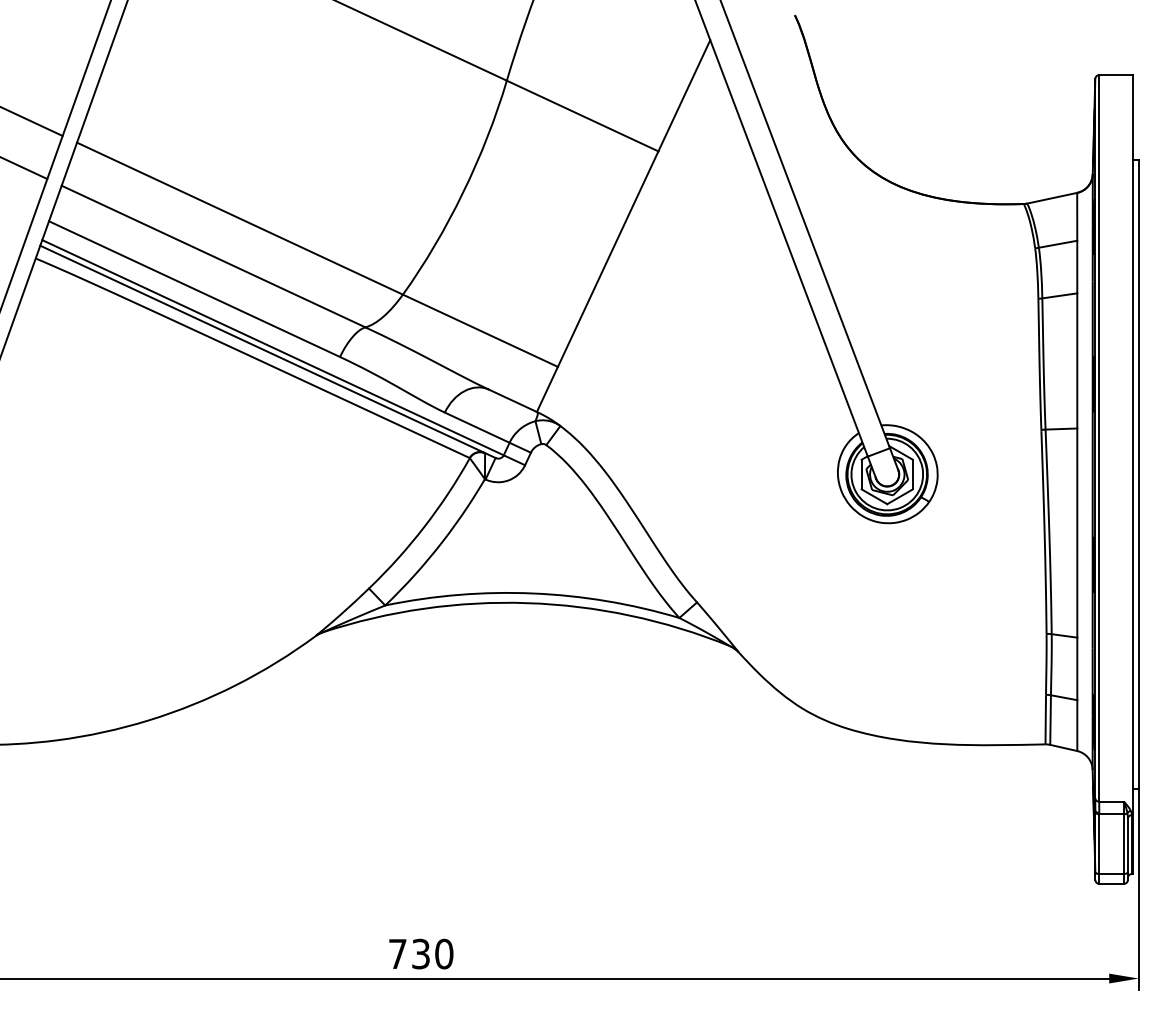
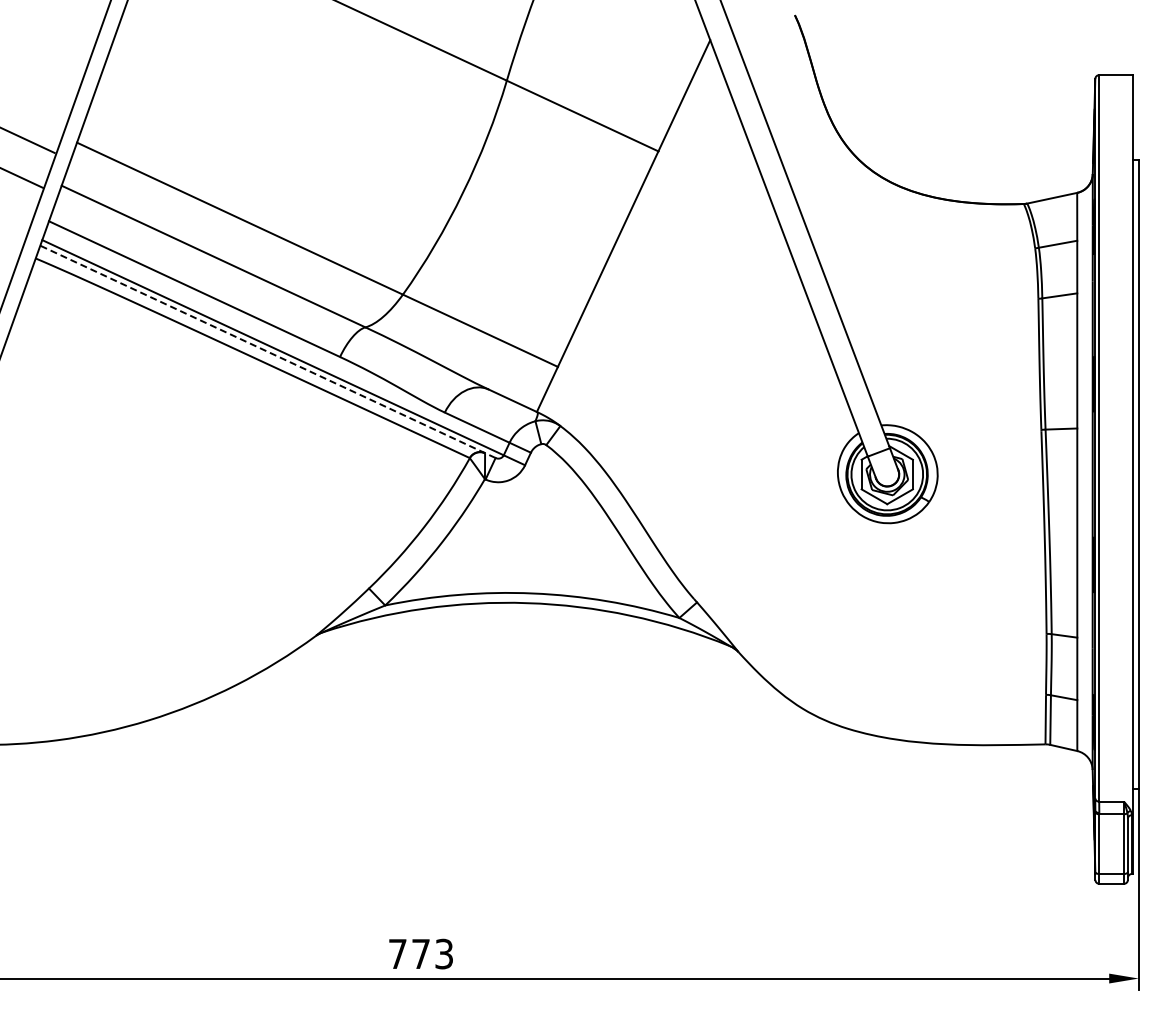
line at (32, 121) position: (32, 121) -> (28, 140)
line at (24, 168) position: (24, 168) -> (22, 178)
line at (267, 351): solid -> dashed
text at (432, 953): 730 -> 773
